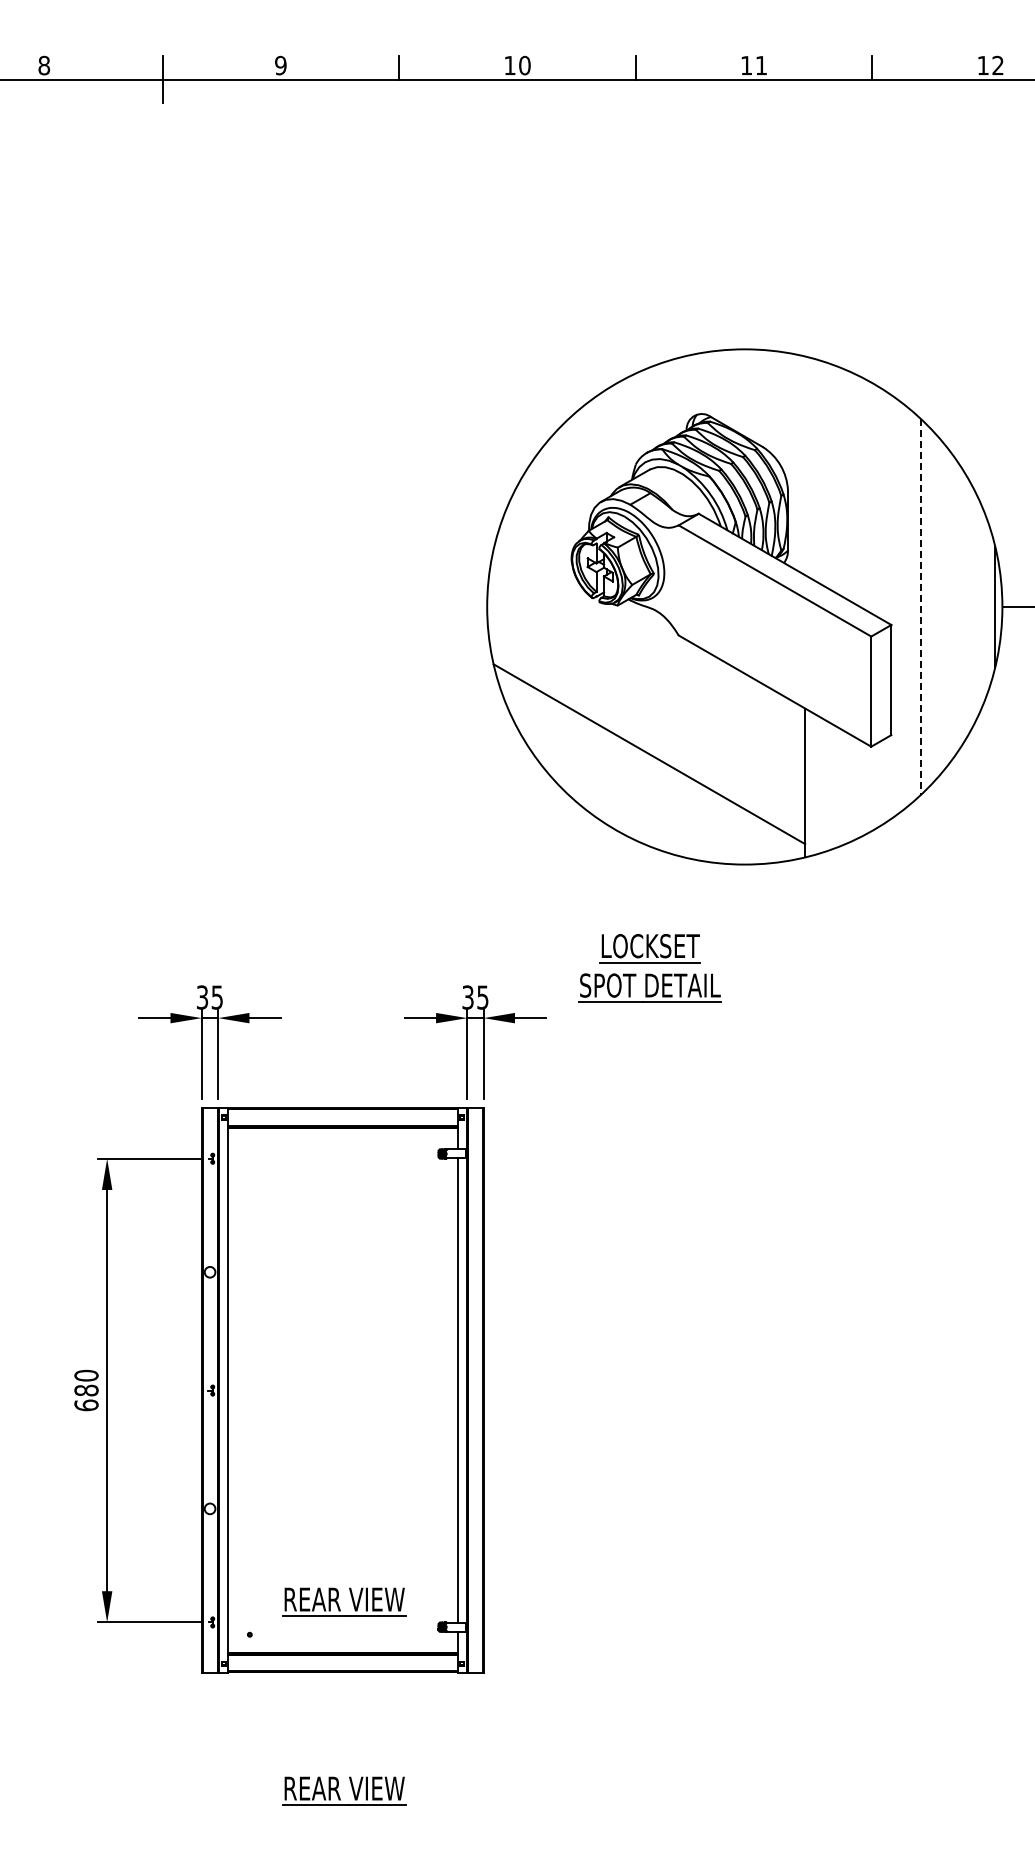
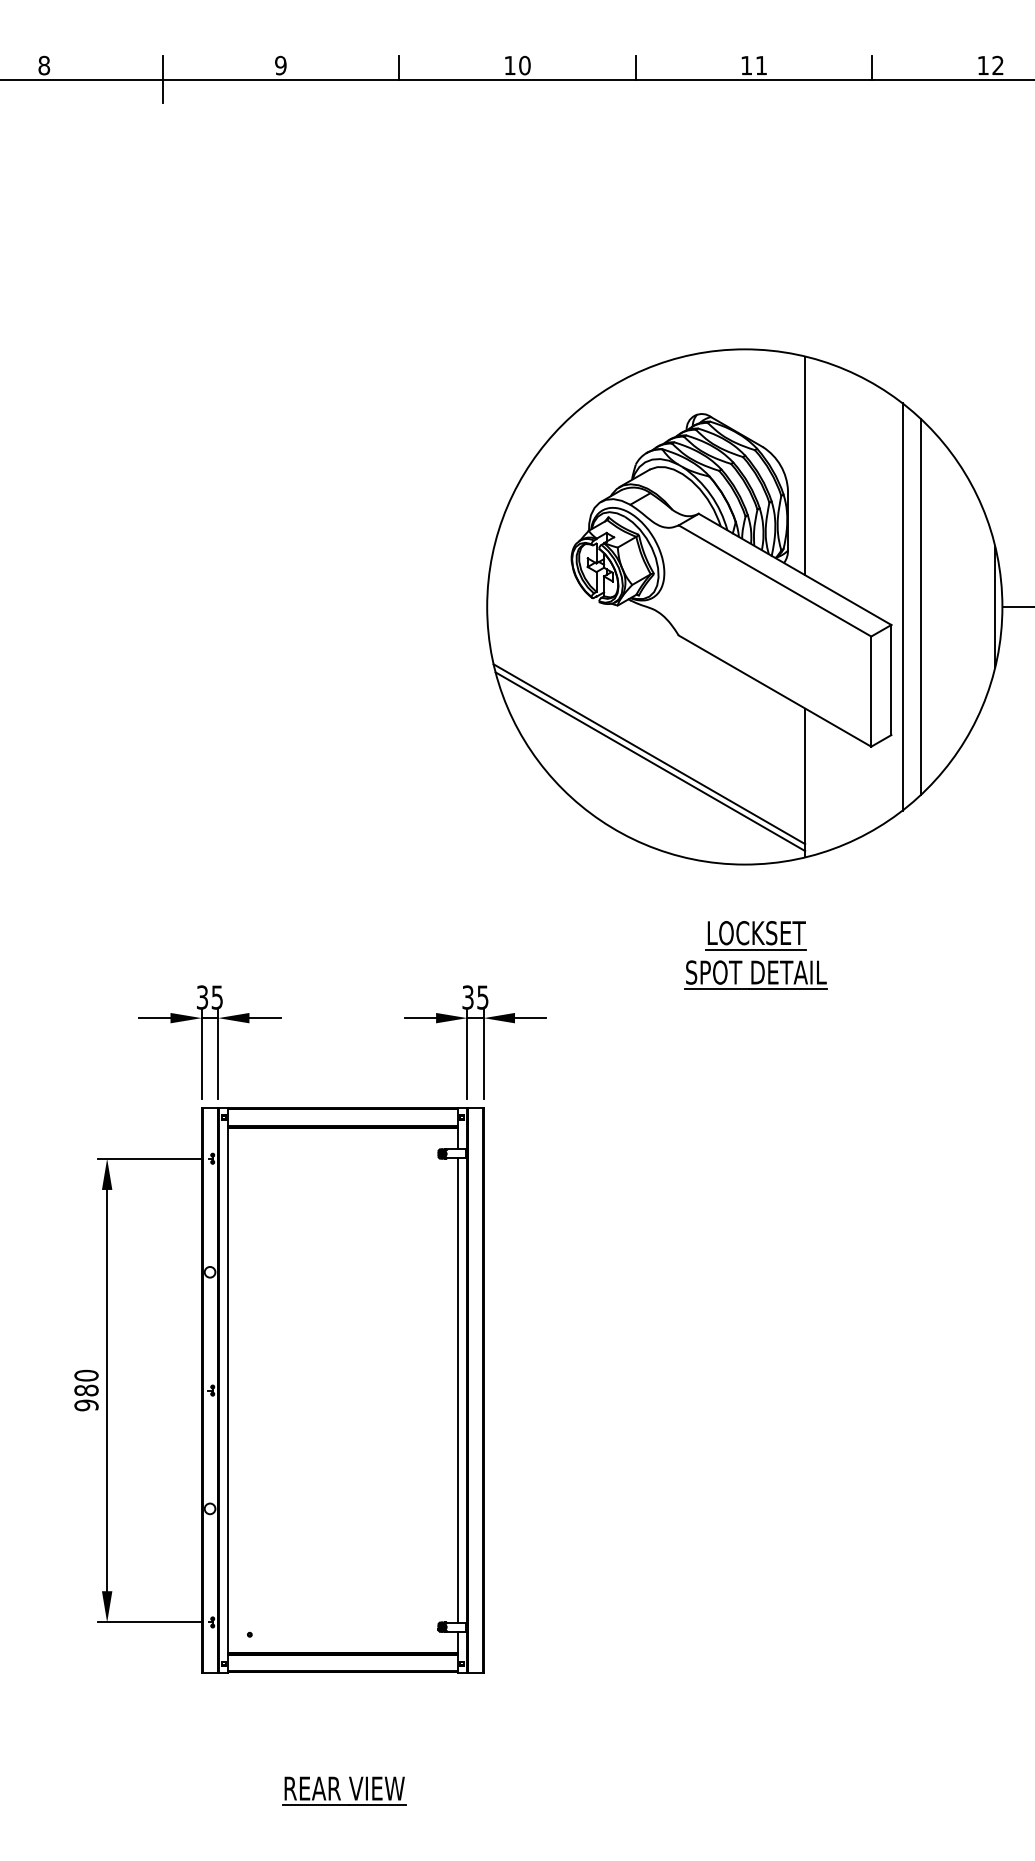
line at (805, 465): none -> present
line at (902, 606): none -> present
line at (920, 607): dashed -> solid
line at (650, 761): none -> present
part at (649, 968) position: (649, 968) -> (755, 955)
text at (86, 1405): 680 -> 980
part at (338, 1603): present -> none
